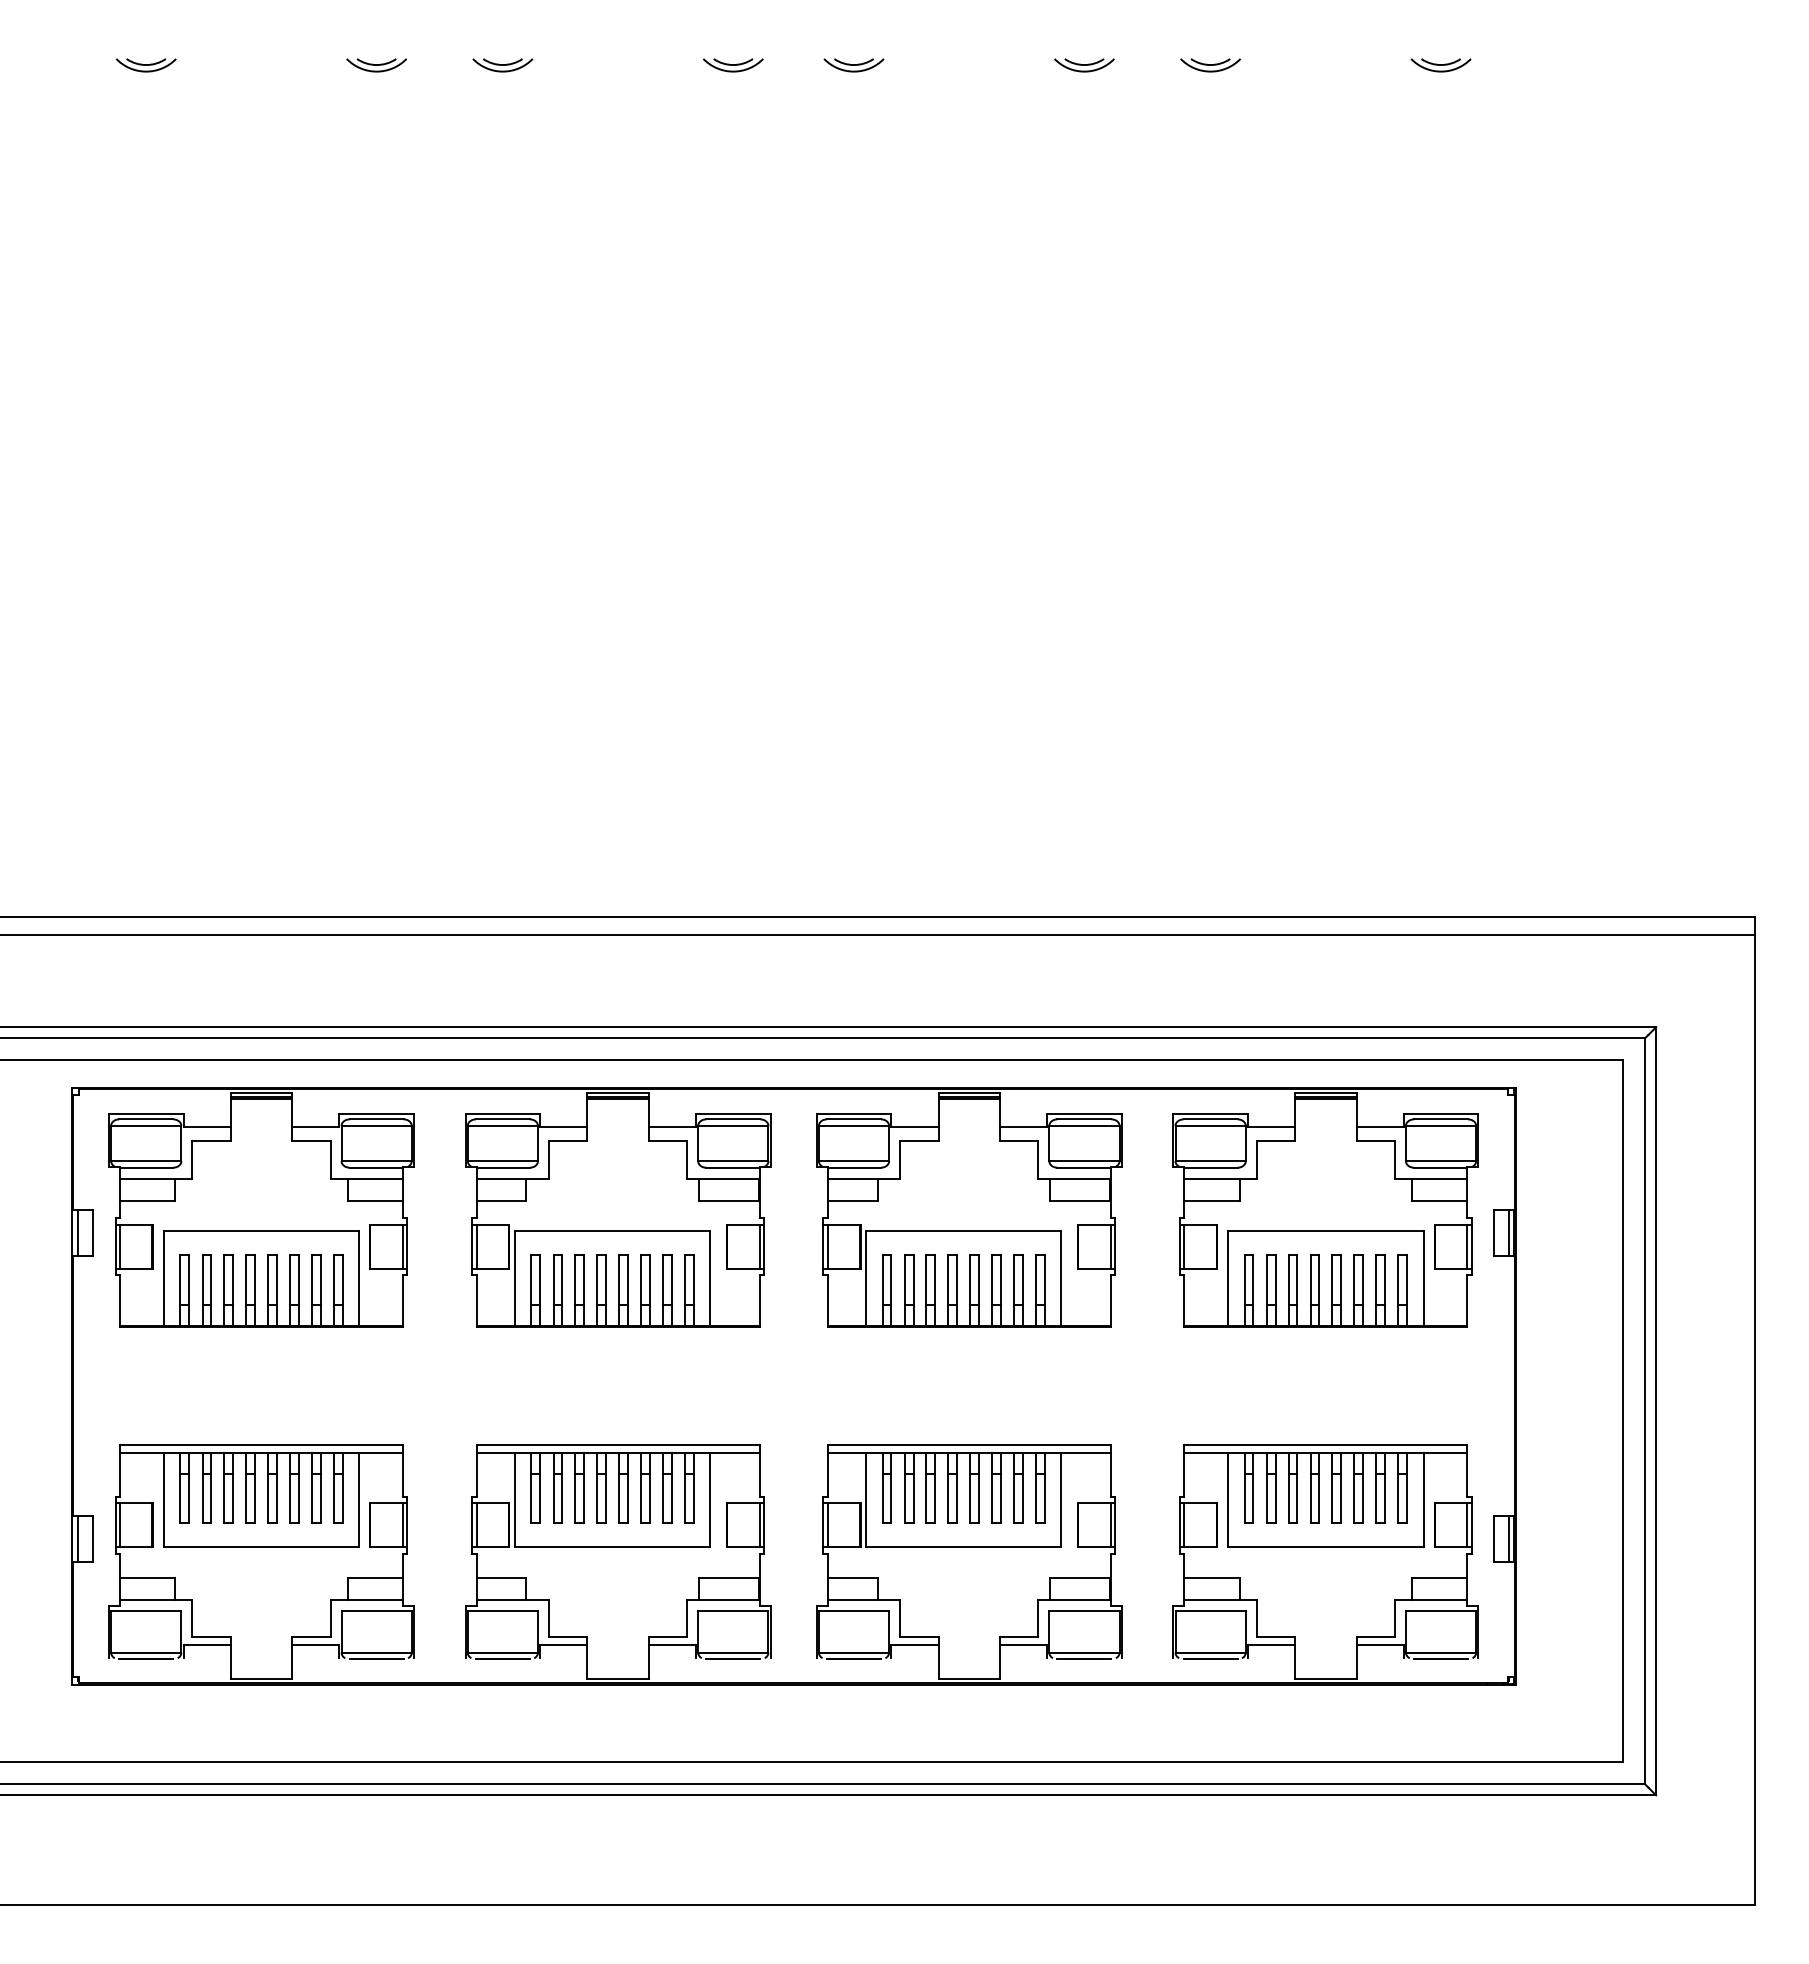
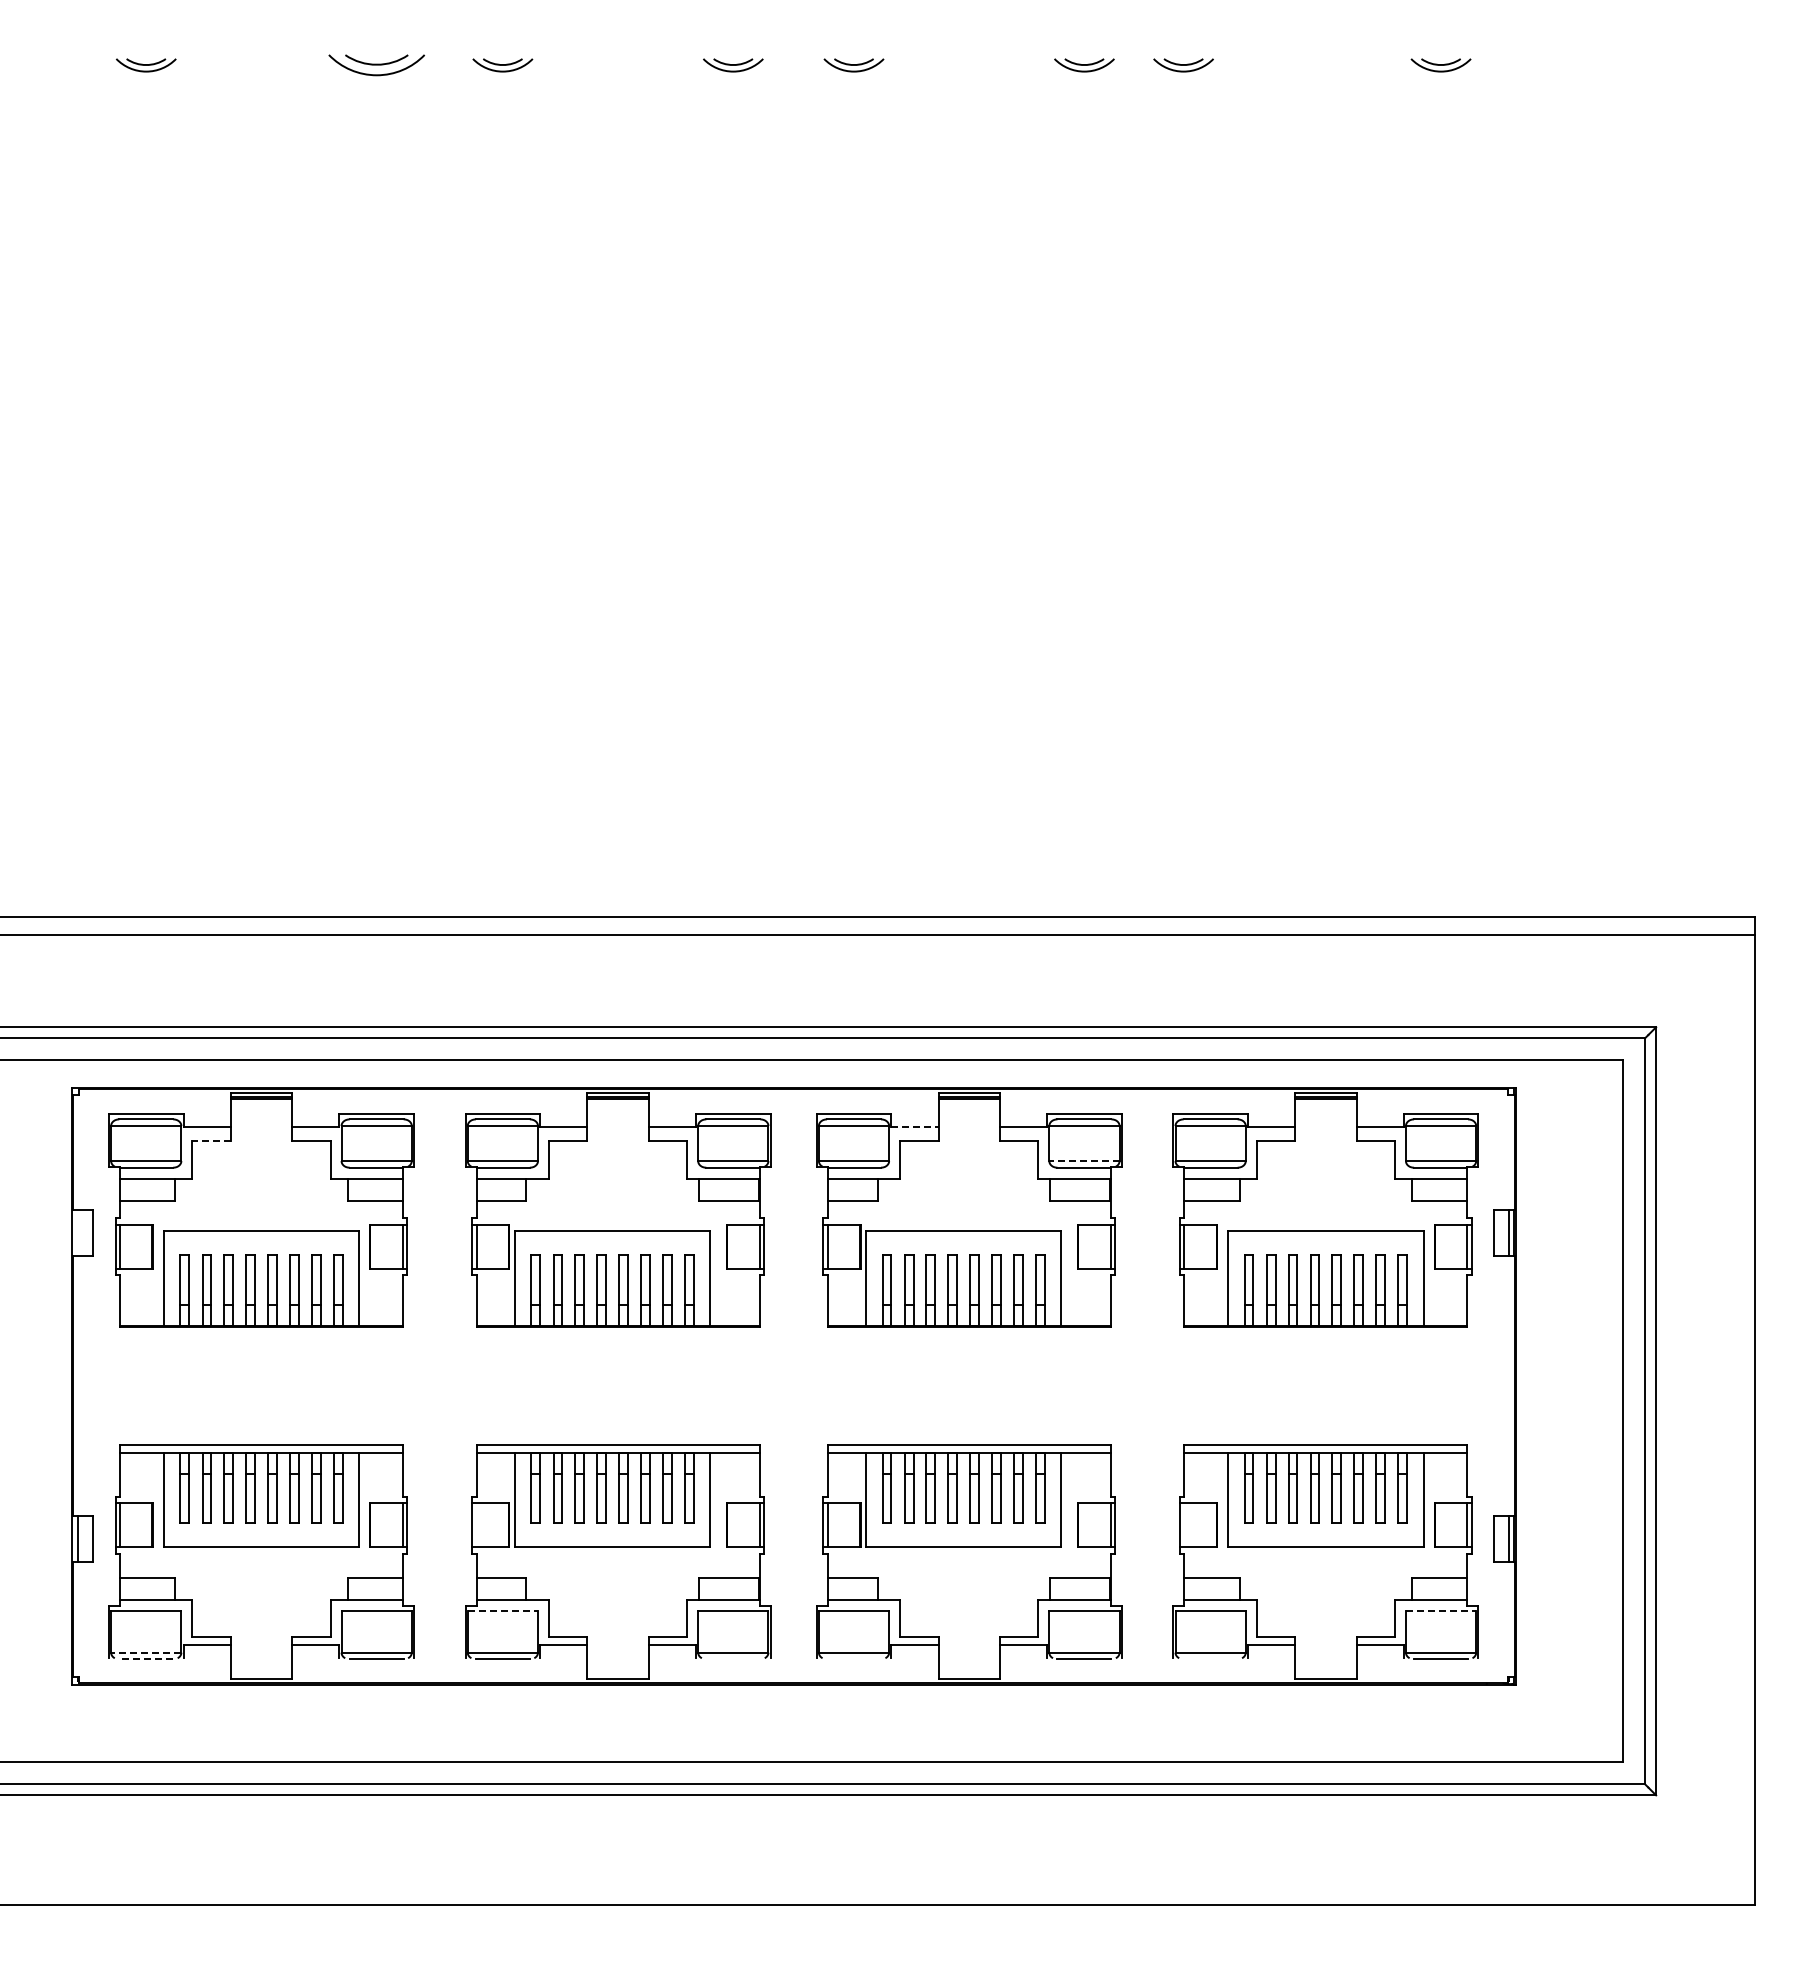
part at (376, 65) size: 61x15 px -> 97x23 px
part at (1210, 65) position: (1210, 65) -> (1183, 65)
line at (914, 1127): solid -> dashed
line at (211, 1141): solid -> dashed
line at (1083, 1161): solid -> dashed
line at (78, 1232): present -> none
line at (476, 1525): present -> none
line at (1184, 1525): present -> none
line at (503, 1611): solid -> dashed
line at (1441, 1611): solid -> dashed
line at (145, 1652): solid -> dashed
line at (145, 1659): solid -> dashed
line at (733, 1659): present -> none
line at (854, 1659): present -> none
line at (1210, 1659): present -> none
